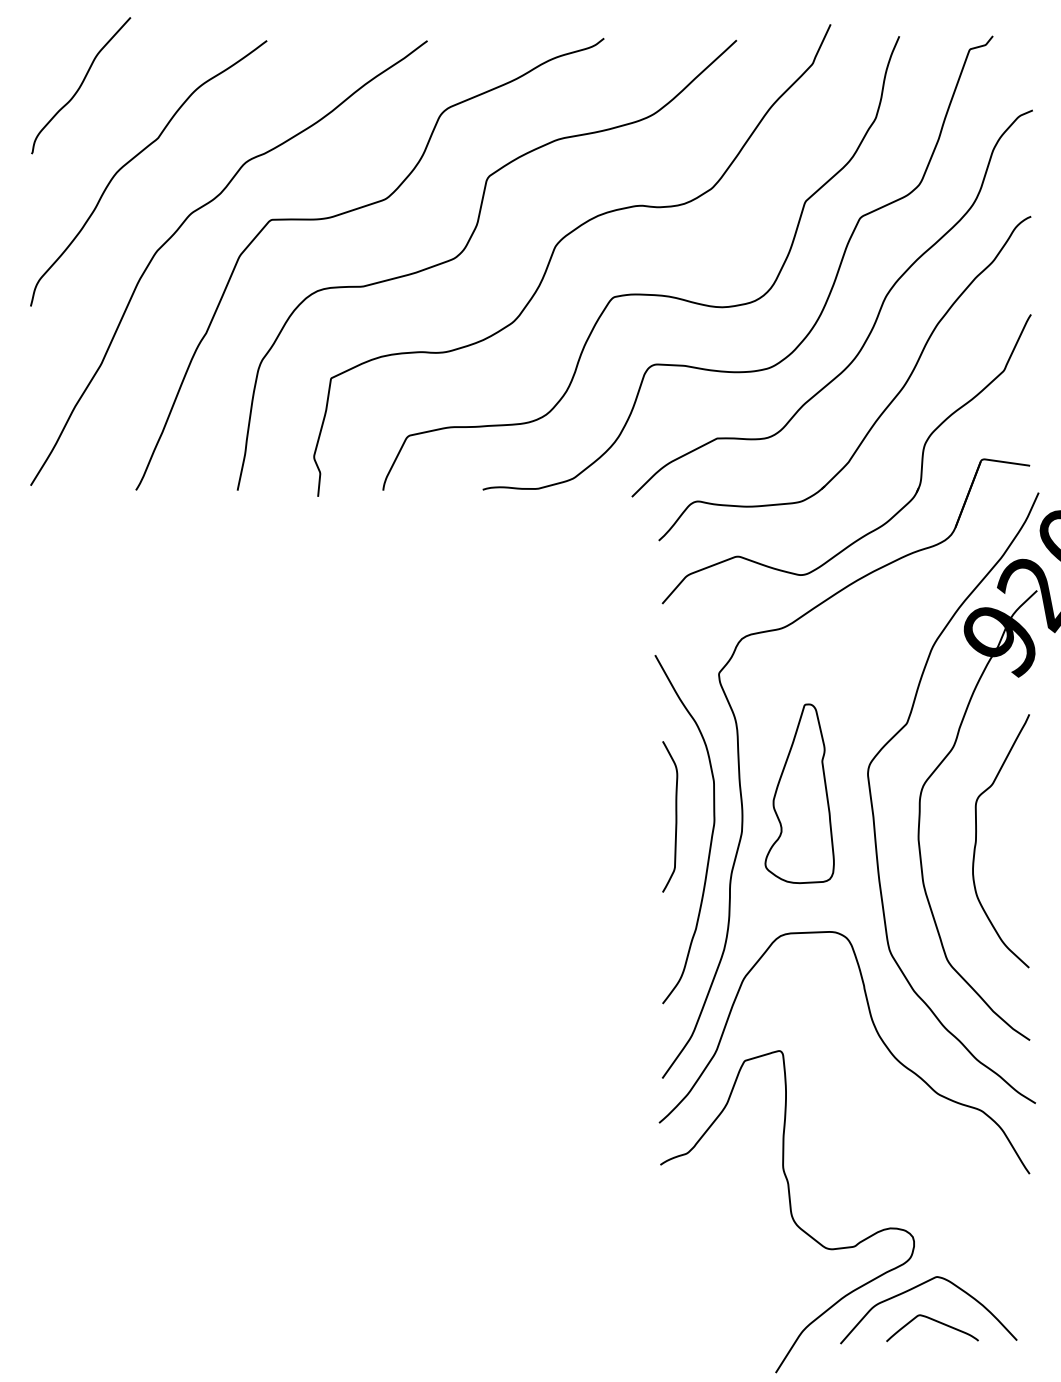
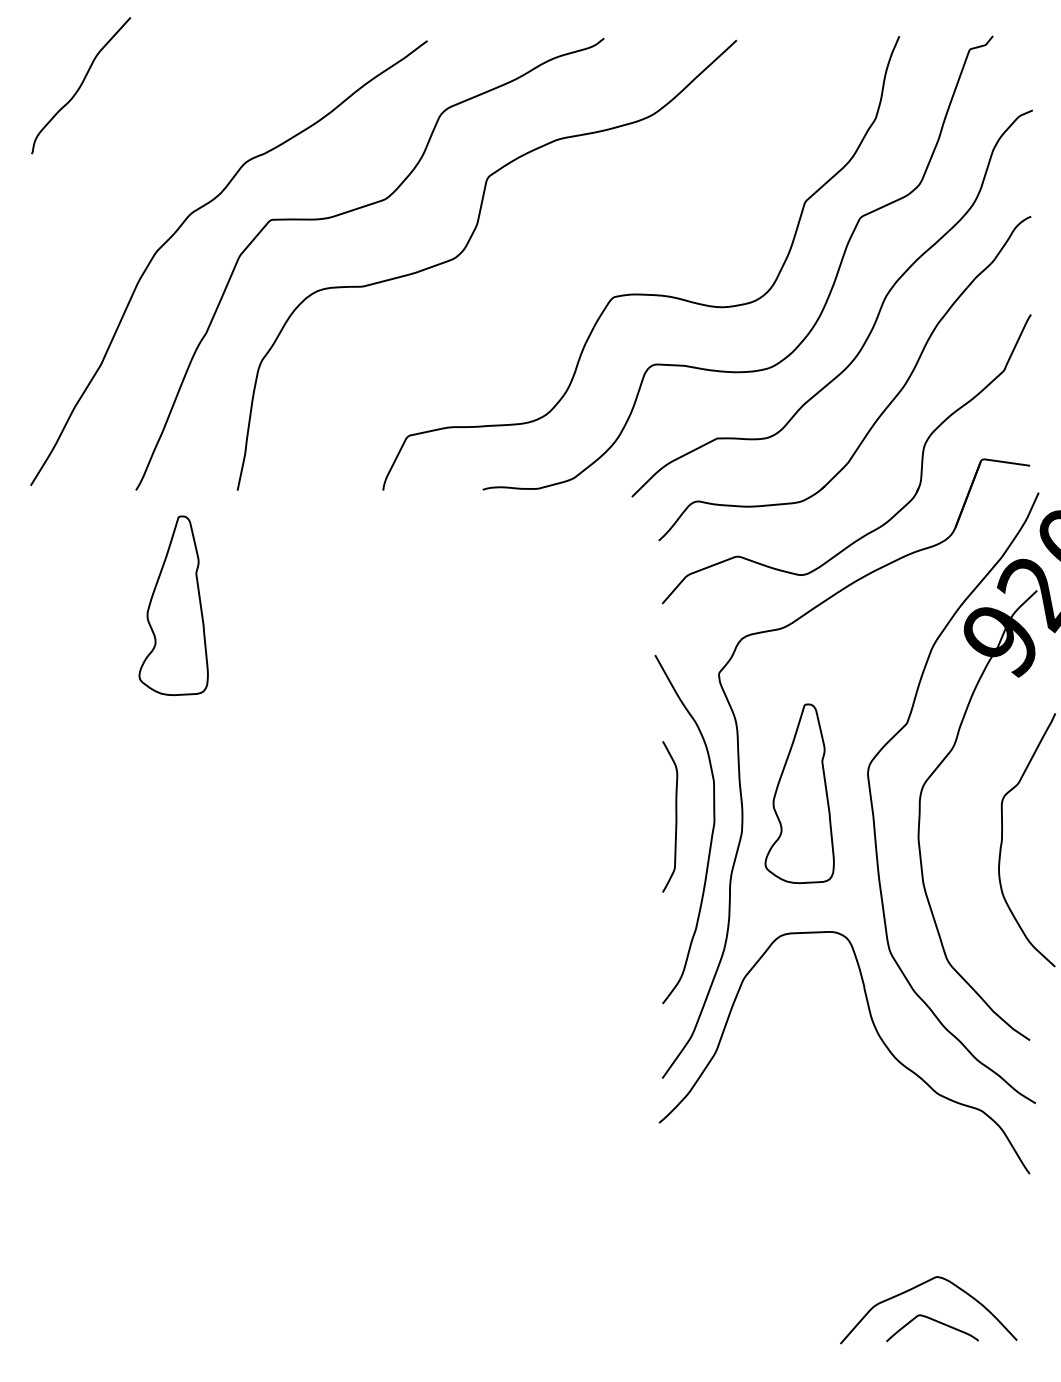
curve at (137, 156): present -> none
curve at (553, 254): present -> none
part at (173, 605): none -> present
curve at (976, 841) position: (976, 841) -> (1002, 840)
curve at (789, 1209): present -> none
